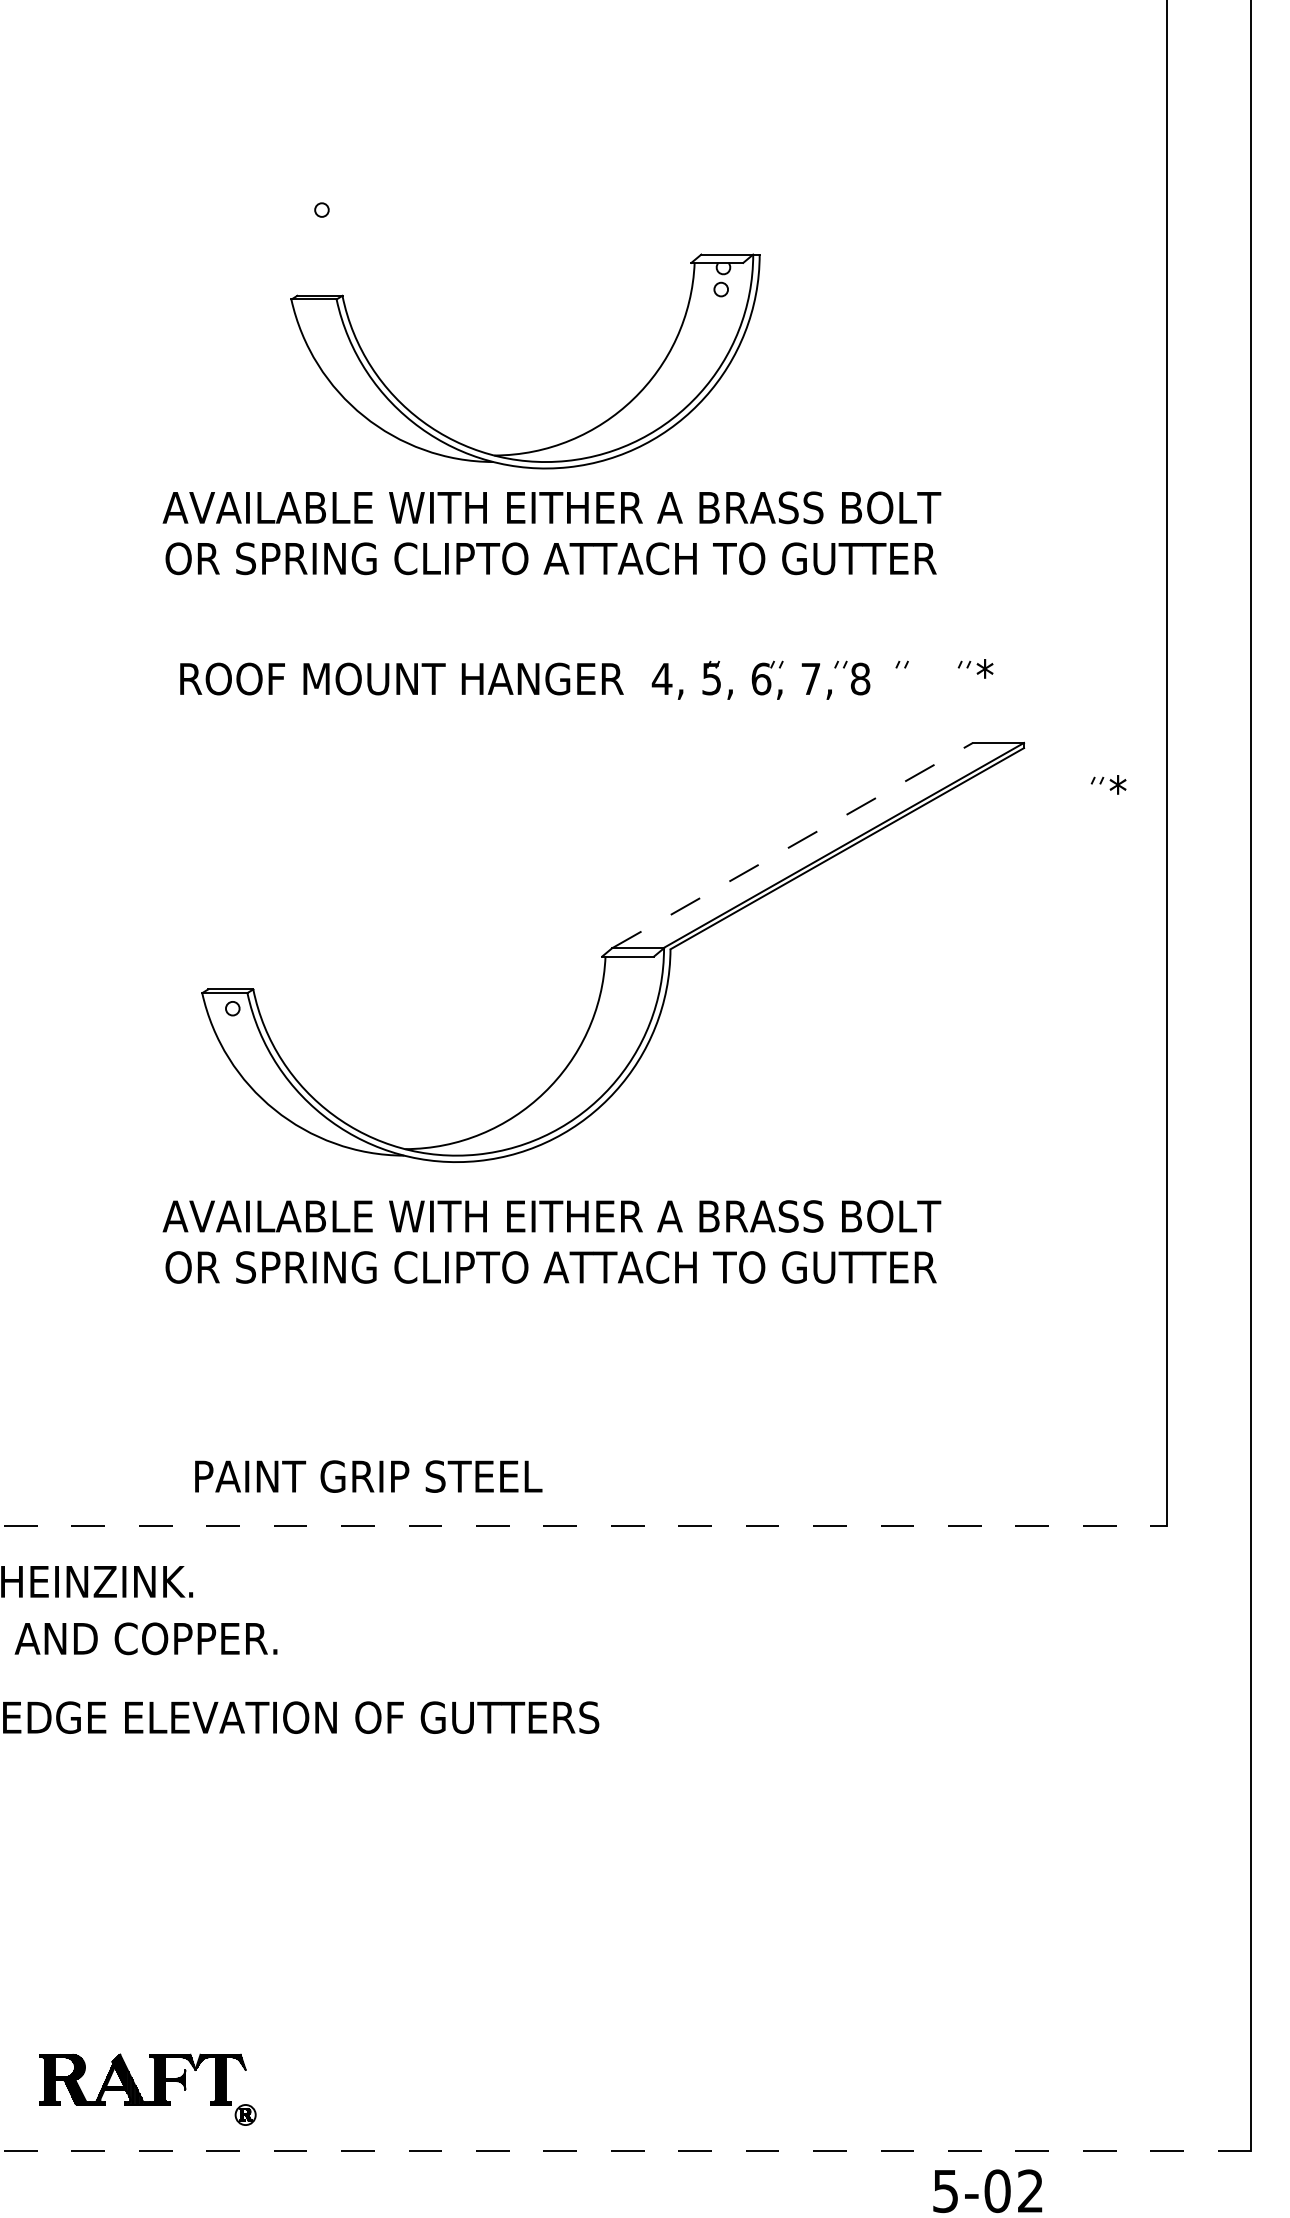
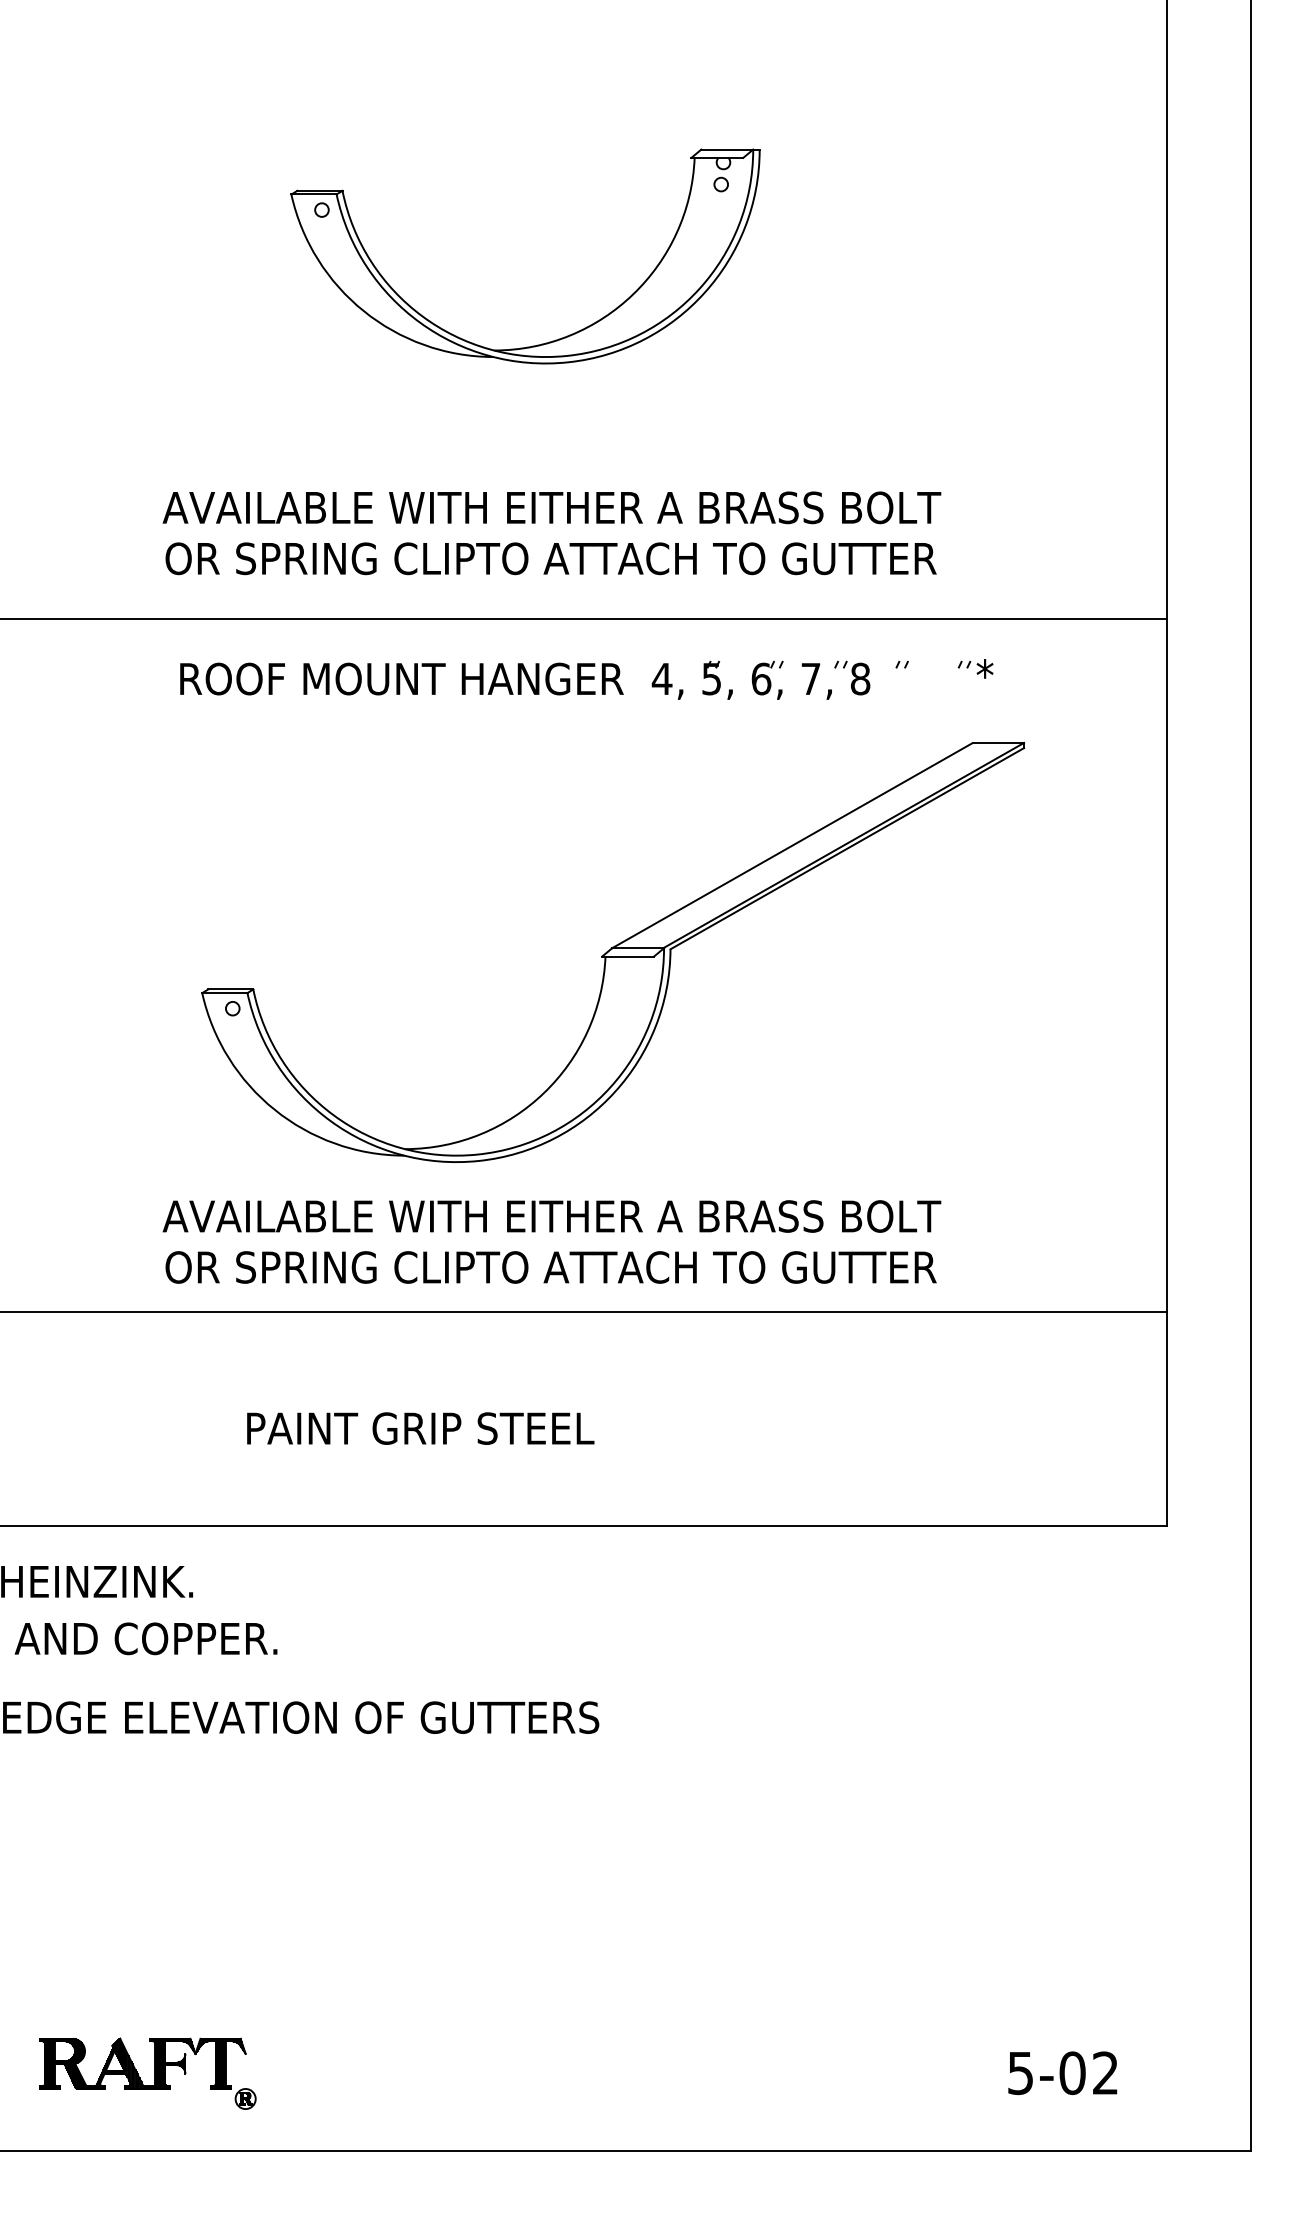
part at (552, 445) position: (552, 445) -> (552, 340)
line at (584, 619): none -> present
part at (1108, 784): present -> none
line at (792, 845): dashed -> solid
line at (584, 1312): none -> present
text at (368, 1476) position: (368, 1476) -> (420, 1428)
line at (584, 1525): dashed -> solid
part at (154, 2089) position: (154, 2089) -> (154, 2073)
line at (626, 2151): dashed -> solid
text at (987, 2191) position: (987, 2191) -> (1062, 2073)
